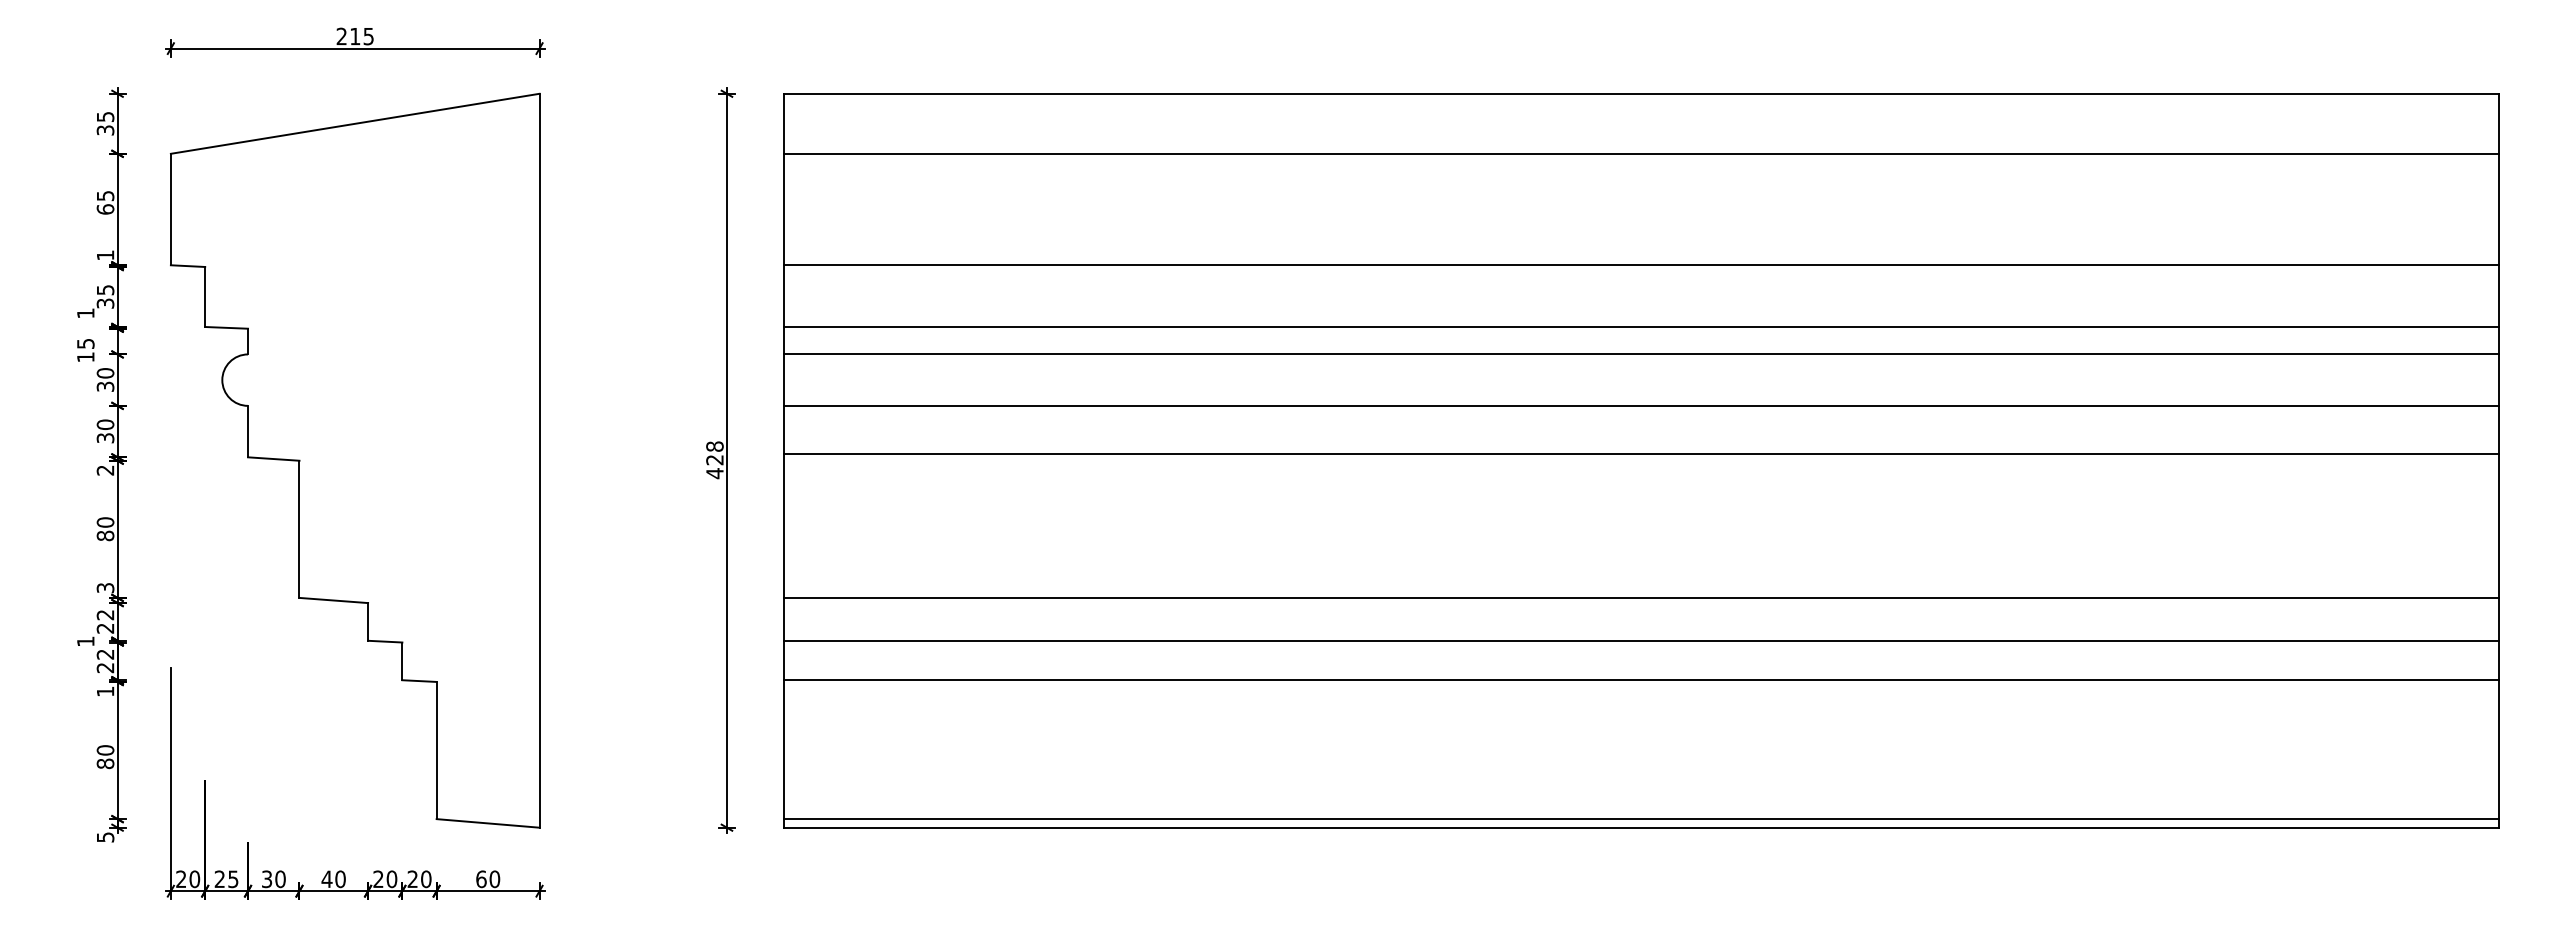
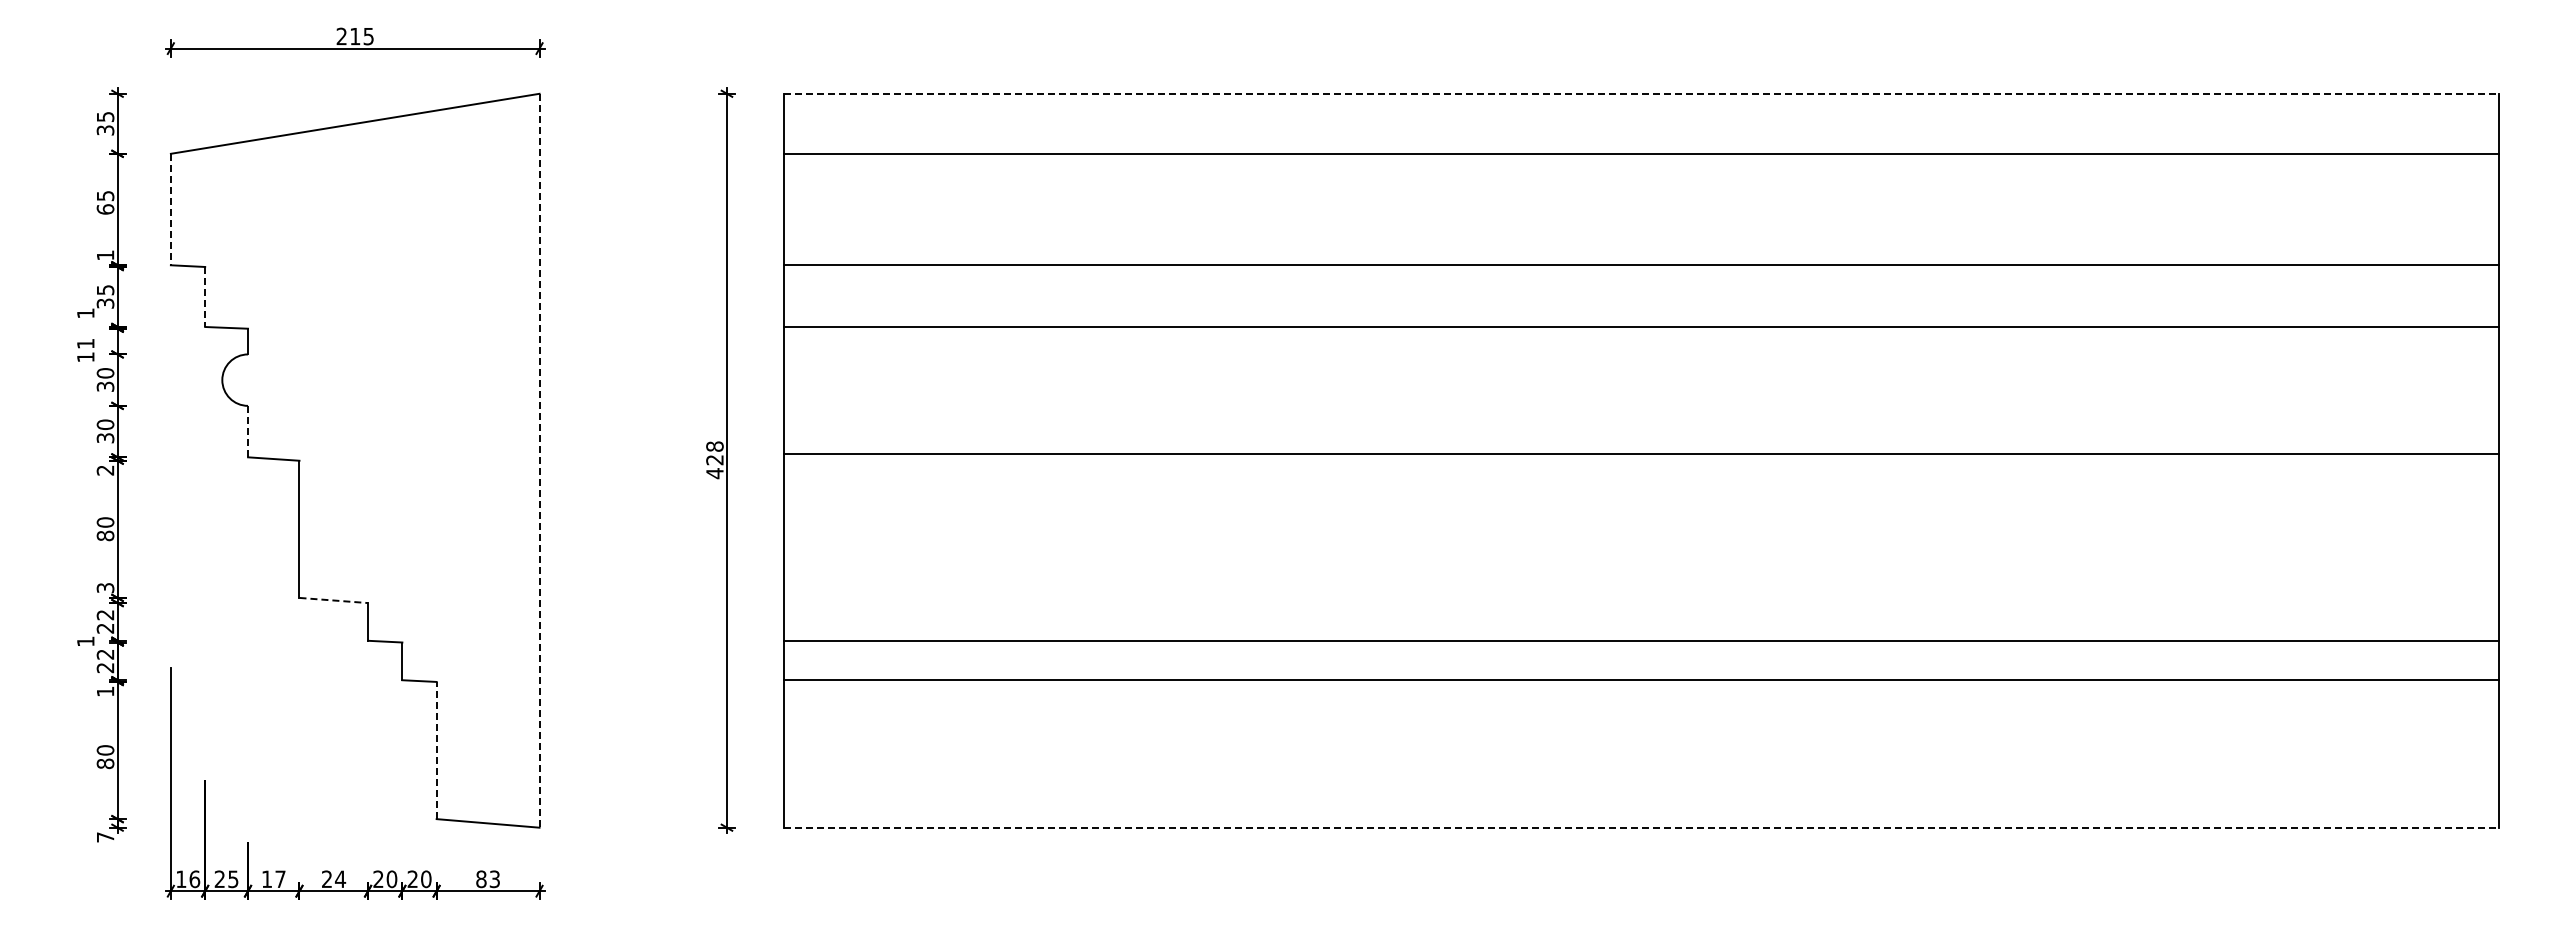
line at (1641, 93): solid -> dashed
line at (170, 209): solid -> dashed
line at (205, 297): solid -> dashed
text at (85, 343): 15 -> 11
line at (1641, 354): present -> none
line at (1641, 405): present -> none
line at (248, 431): solid -> dashed
line at (539, 460): solid -> dashed
line at (1641, 597): present -> none
line at (334, 600): solid -> dashed
line at (436, 750): solid -> dashed
line at (1641, 819): present -> none
line at (1641, 827): solid -> dashed
text at (105, 837): 5 -> 7
text at (188, 878): 20 -> 16
text at (273, 879): 30 -> 17
text at (333, 879): 40 -> 24
text at (488, 879): 60 -> 83
